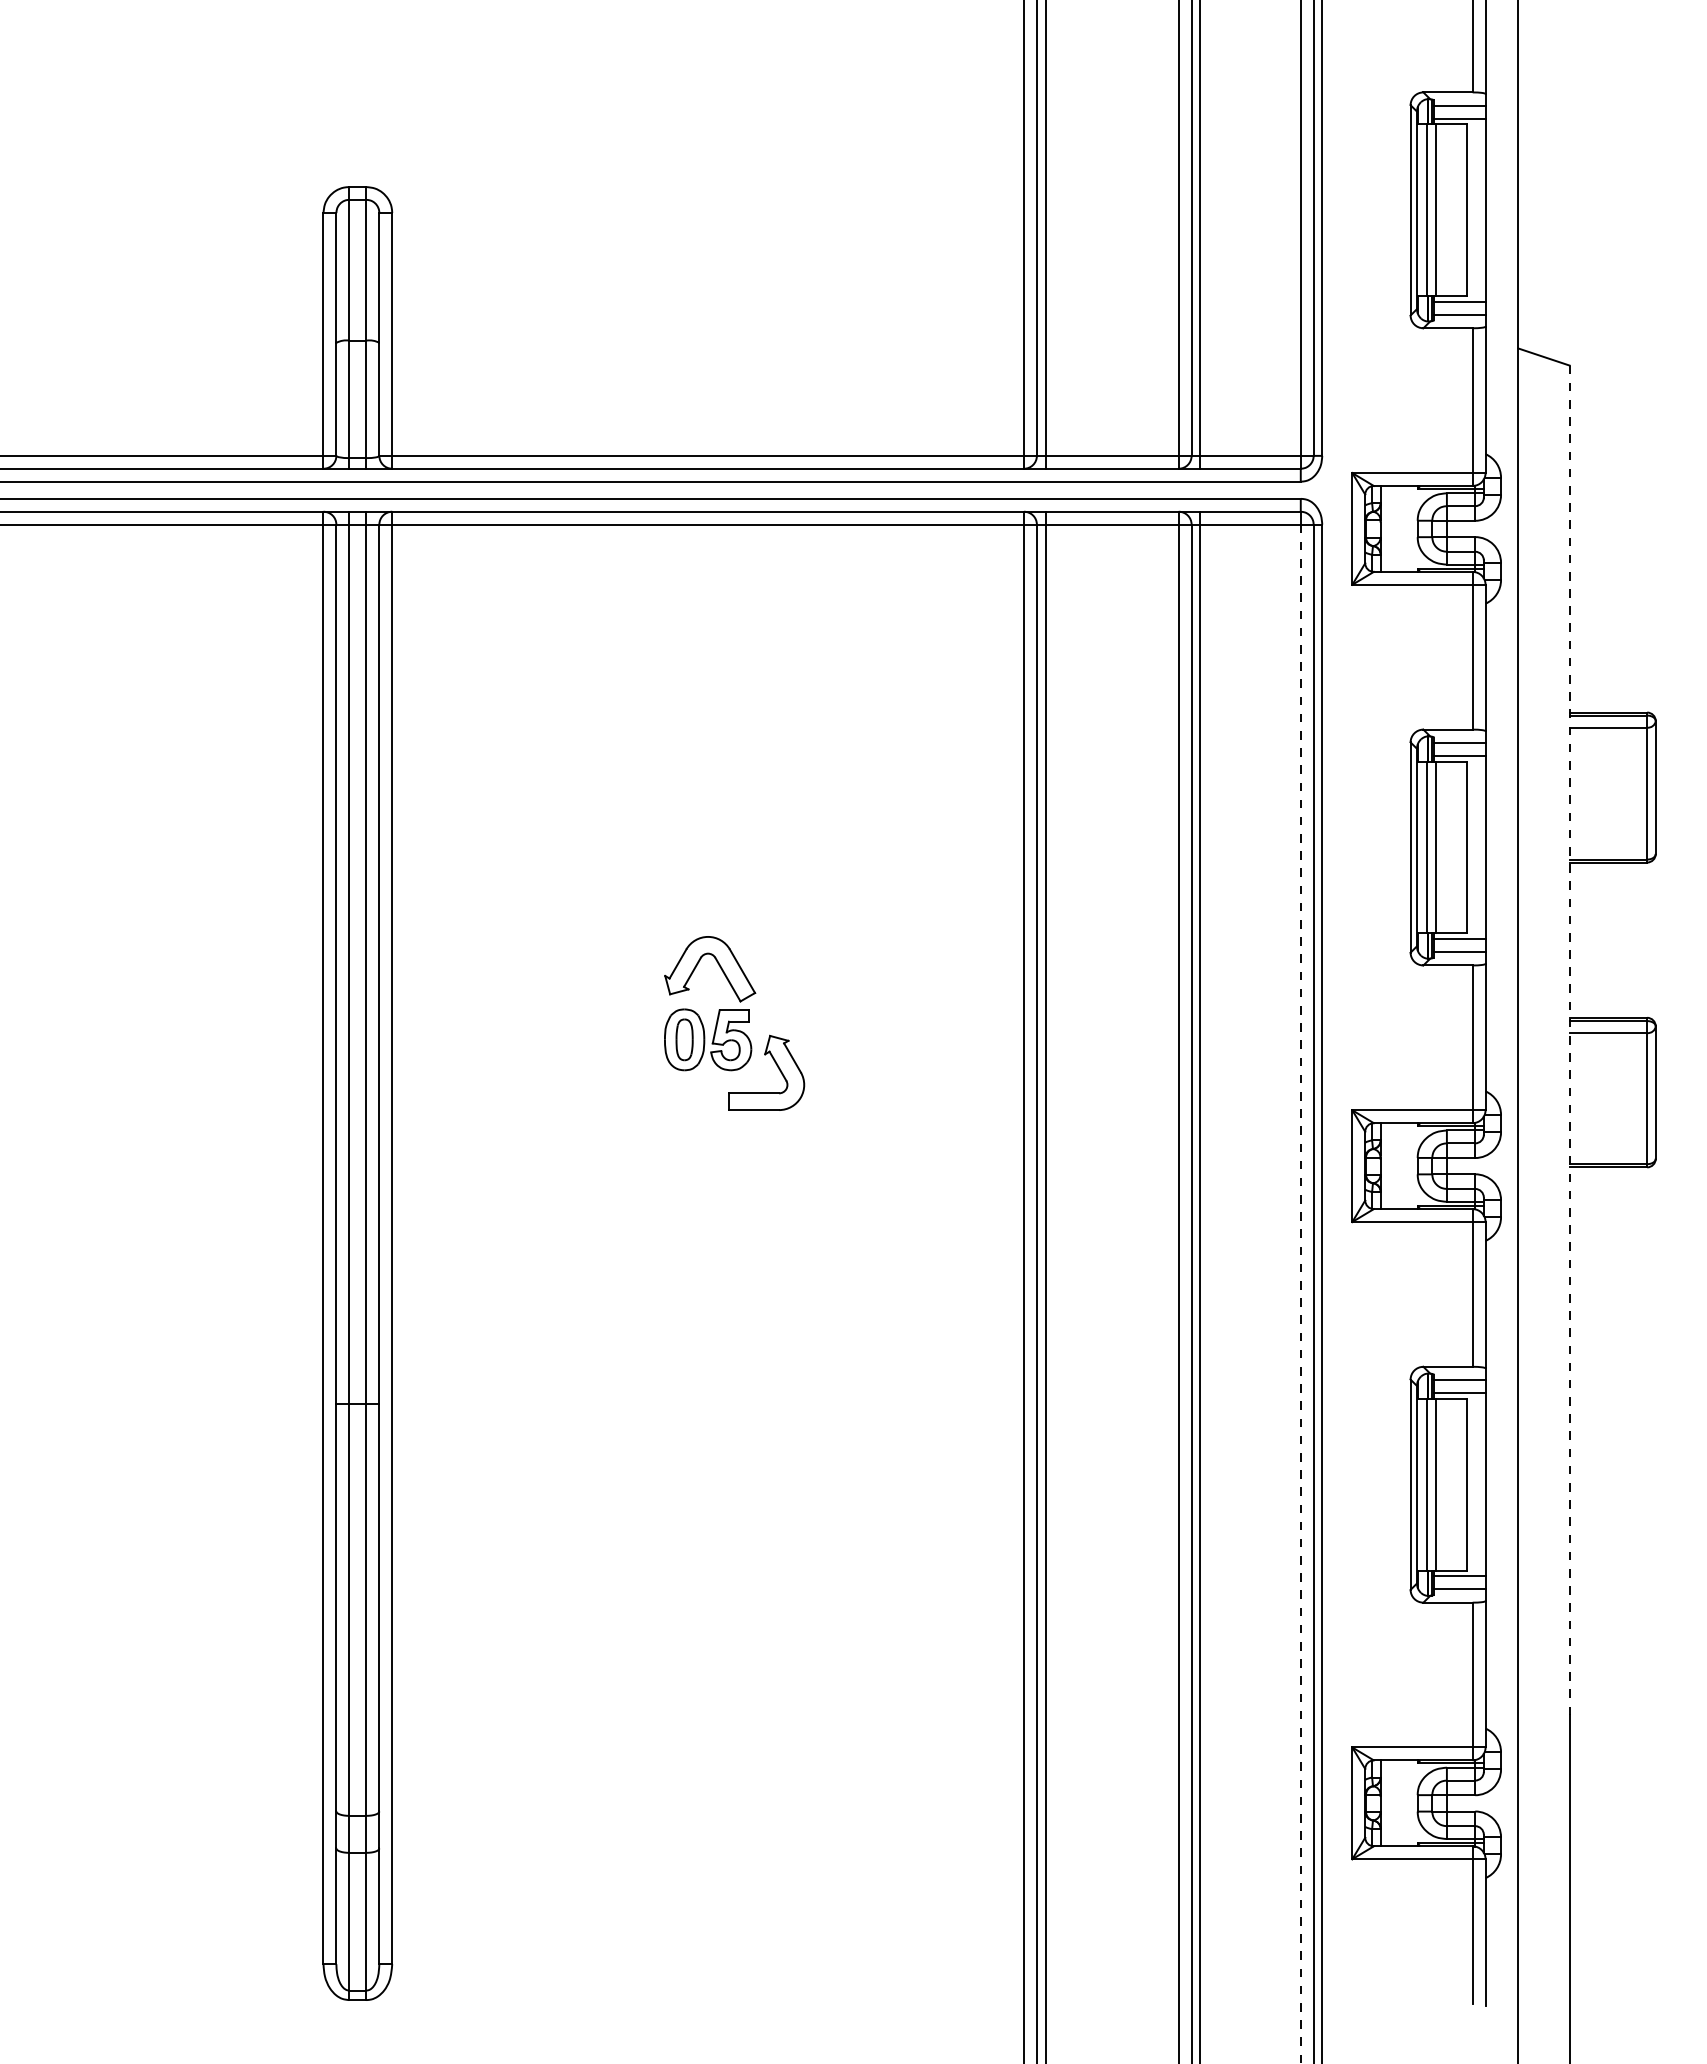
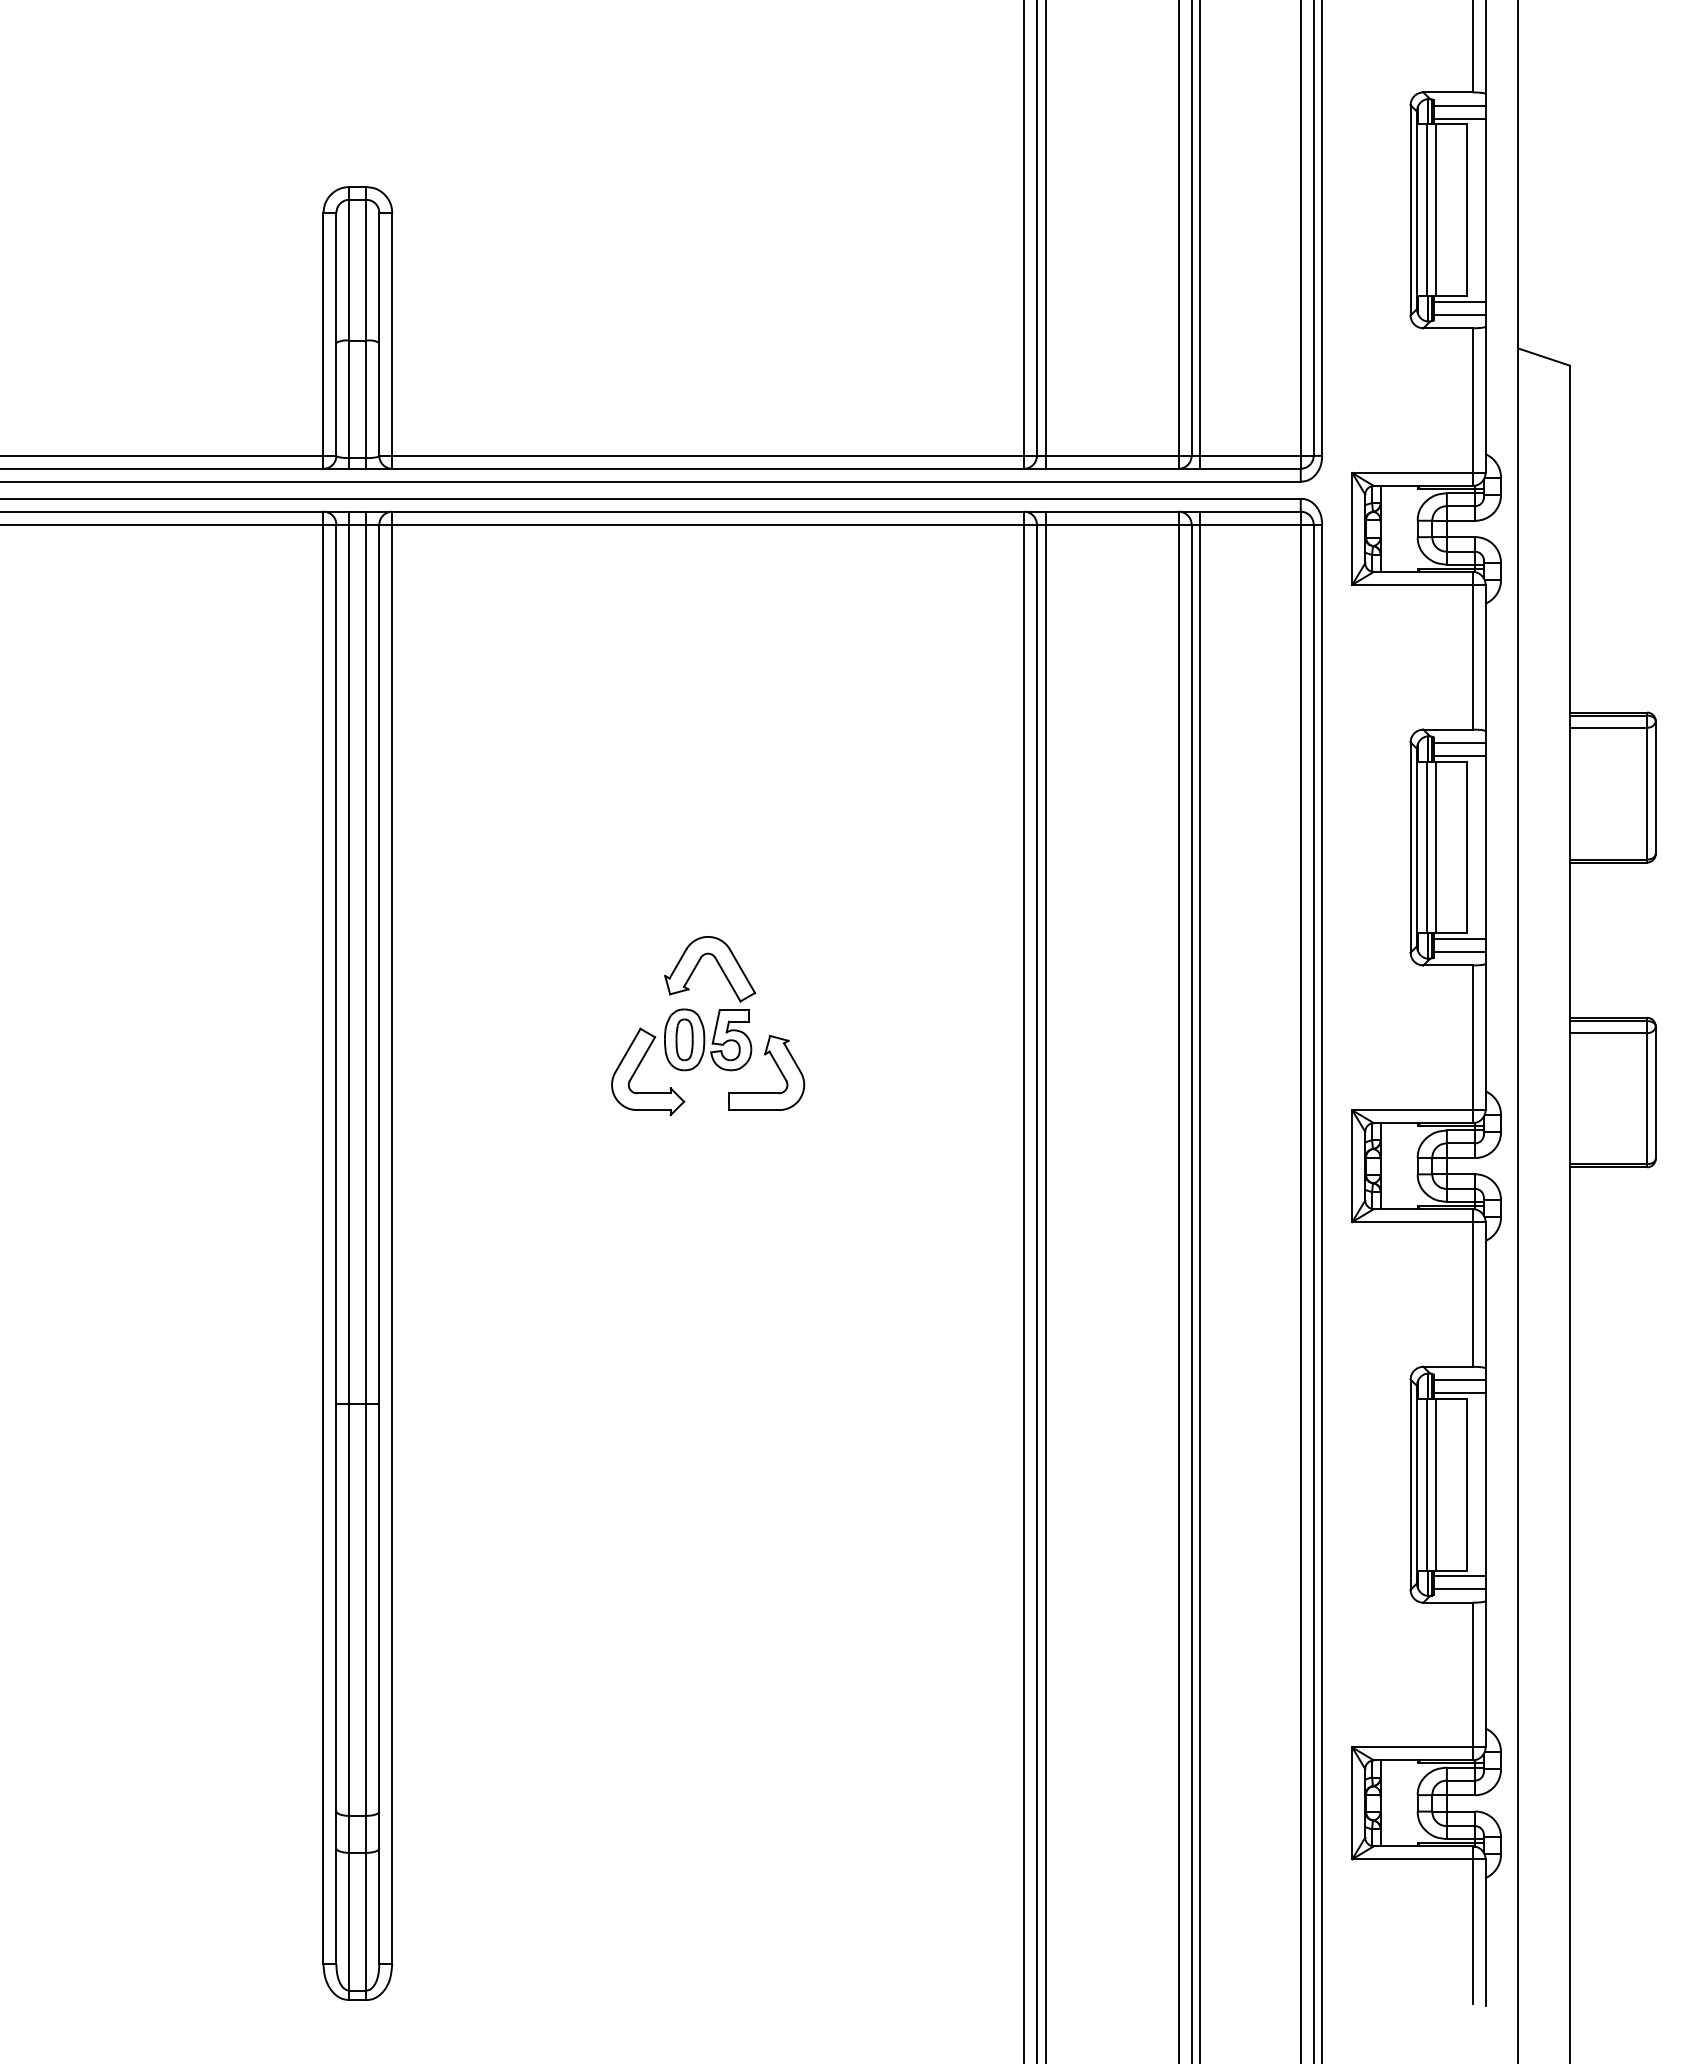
line at (1569, 1040): dashed -> solid
part at (639, 1066): none -> present
line at (1300, 1293): dashed -> solid
